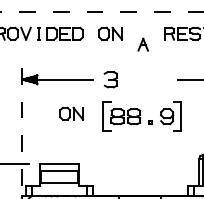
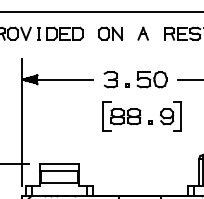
line at (102, 11): dashed -> solid
part at (142, 44) position: (142, 44) -> (142, 33)
part at (146, 79): none -> present
part at (71, 113): present -> none
line at (22, 122): dashed -> solid
